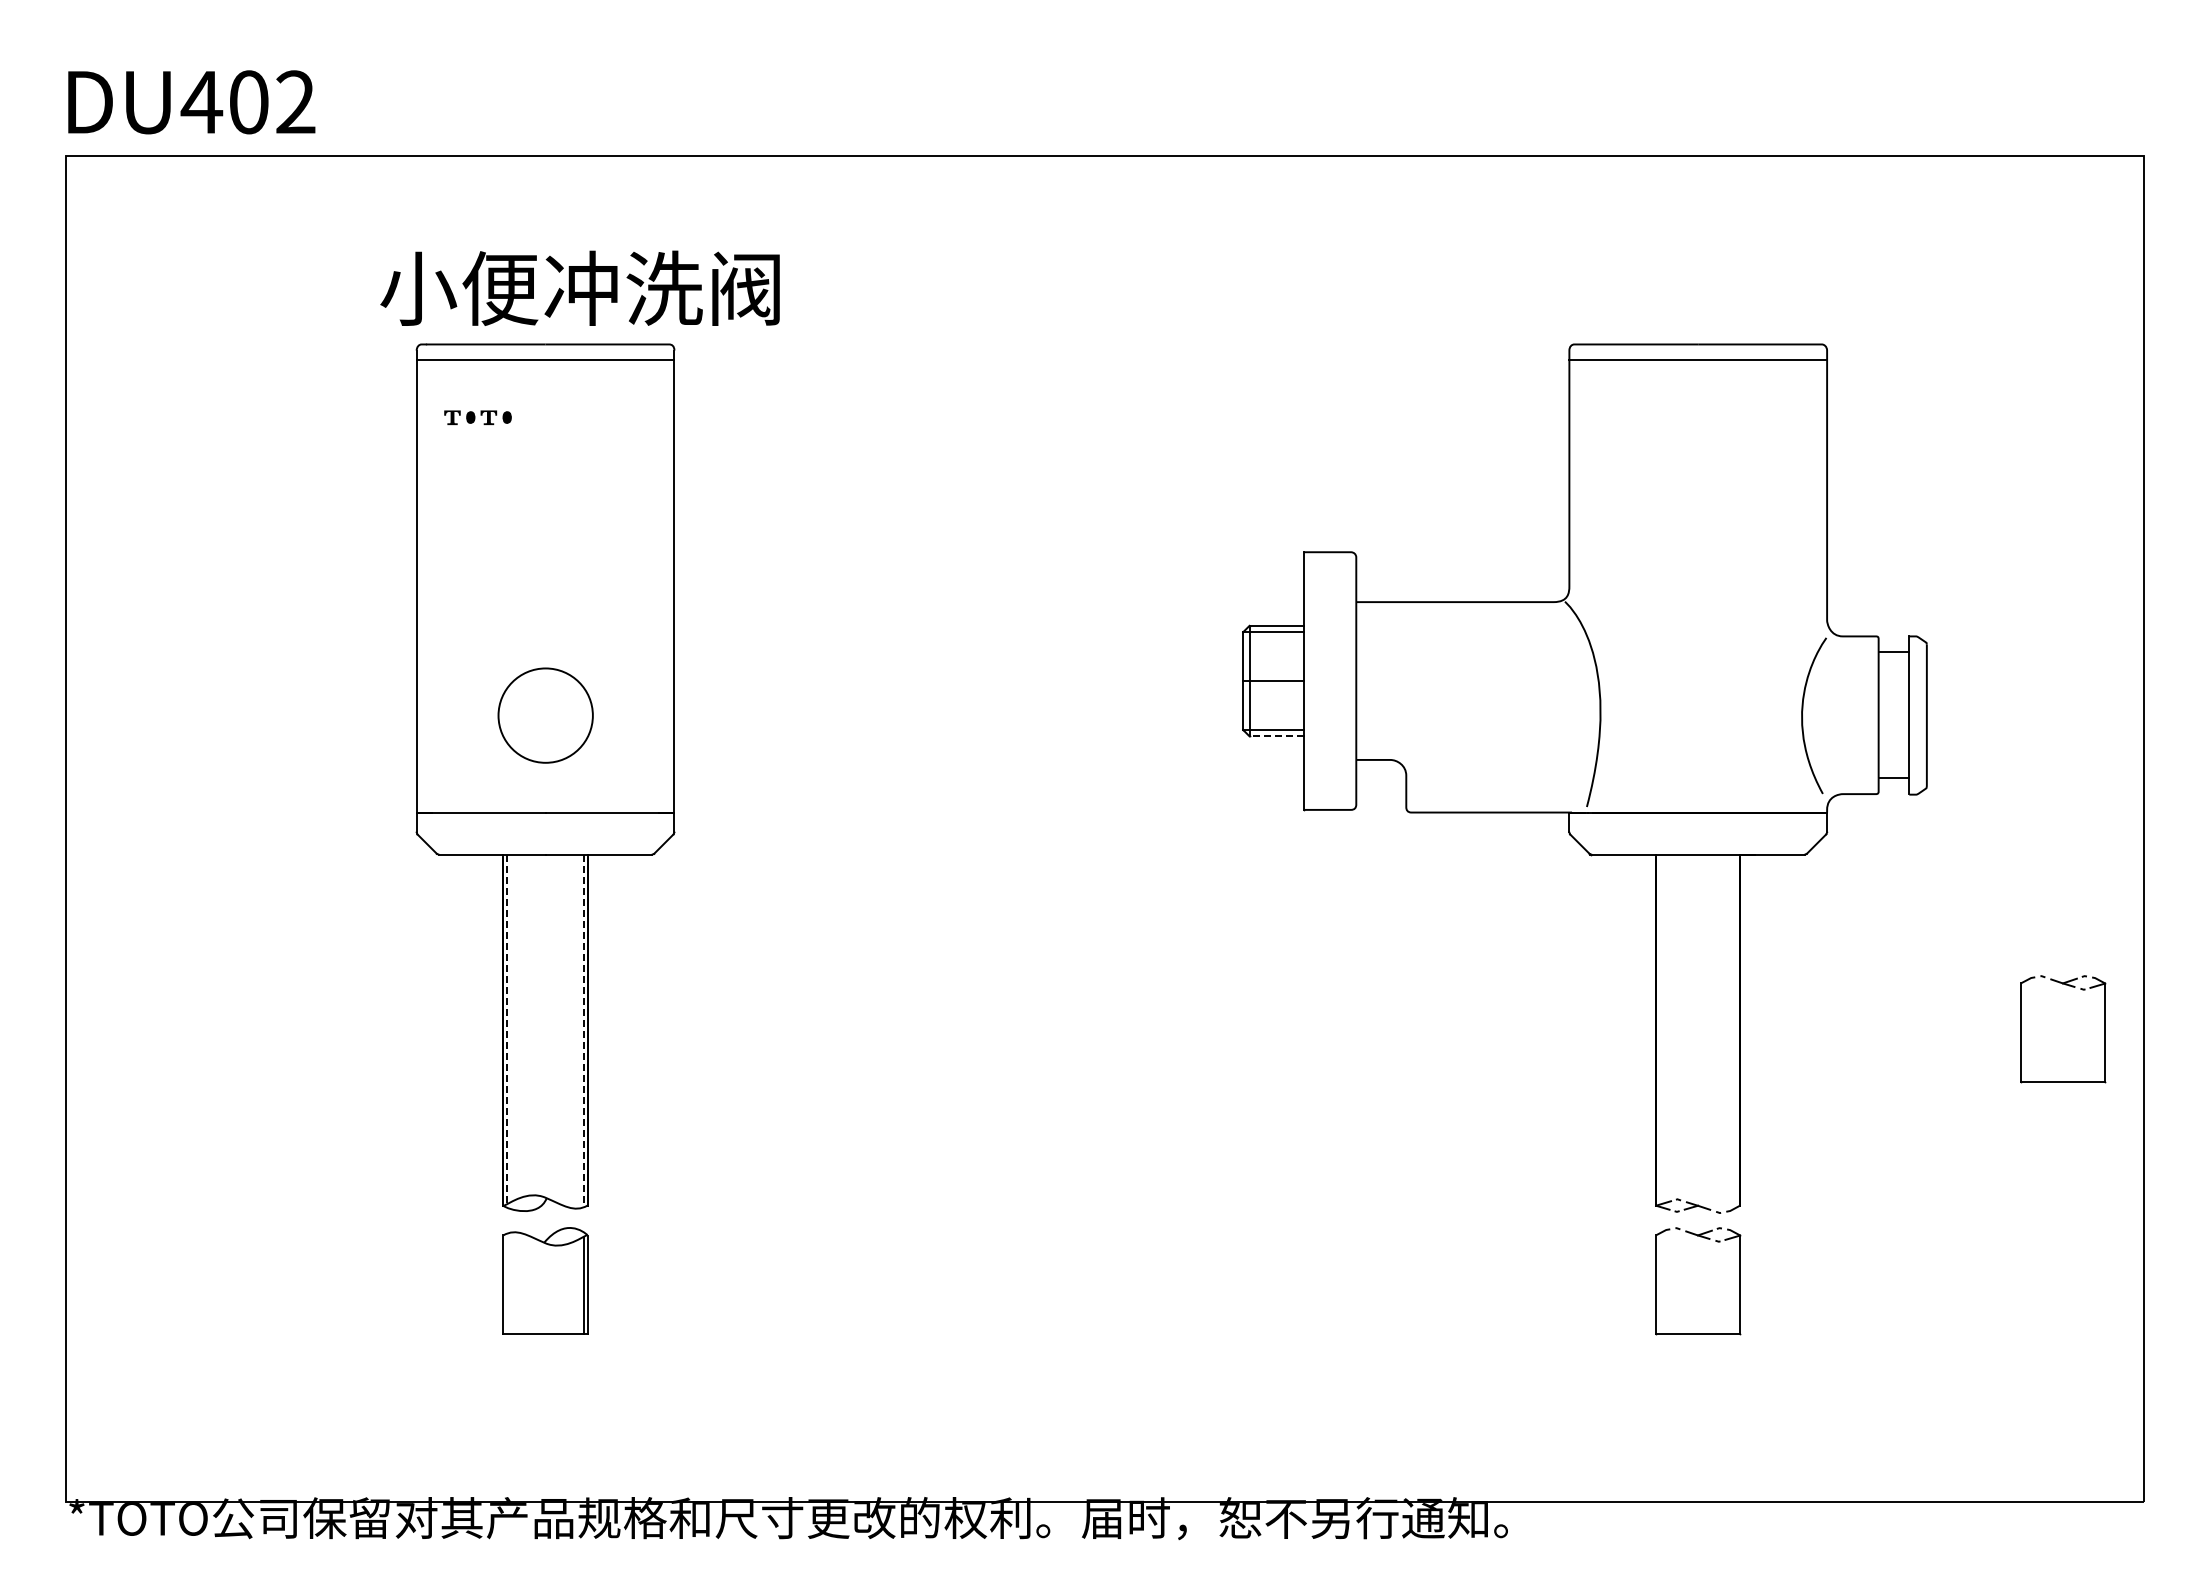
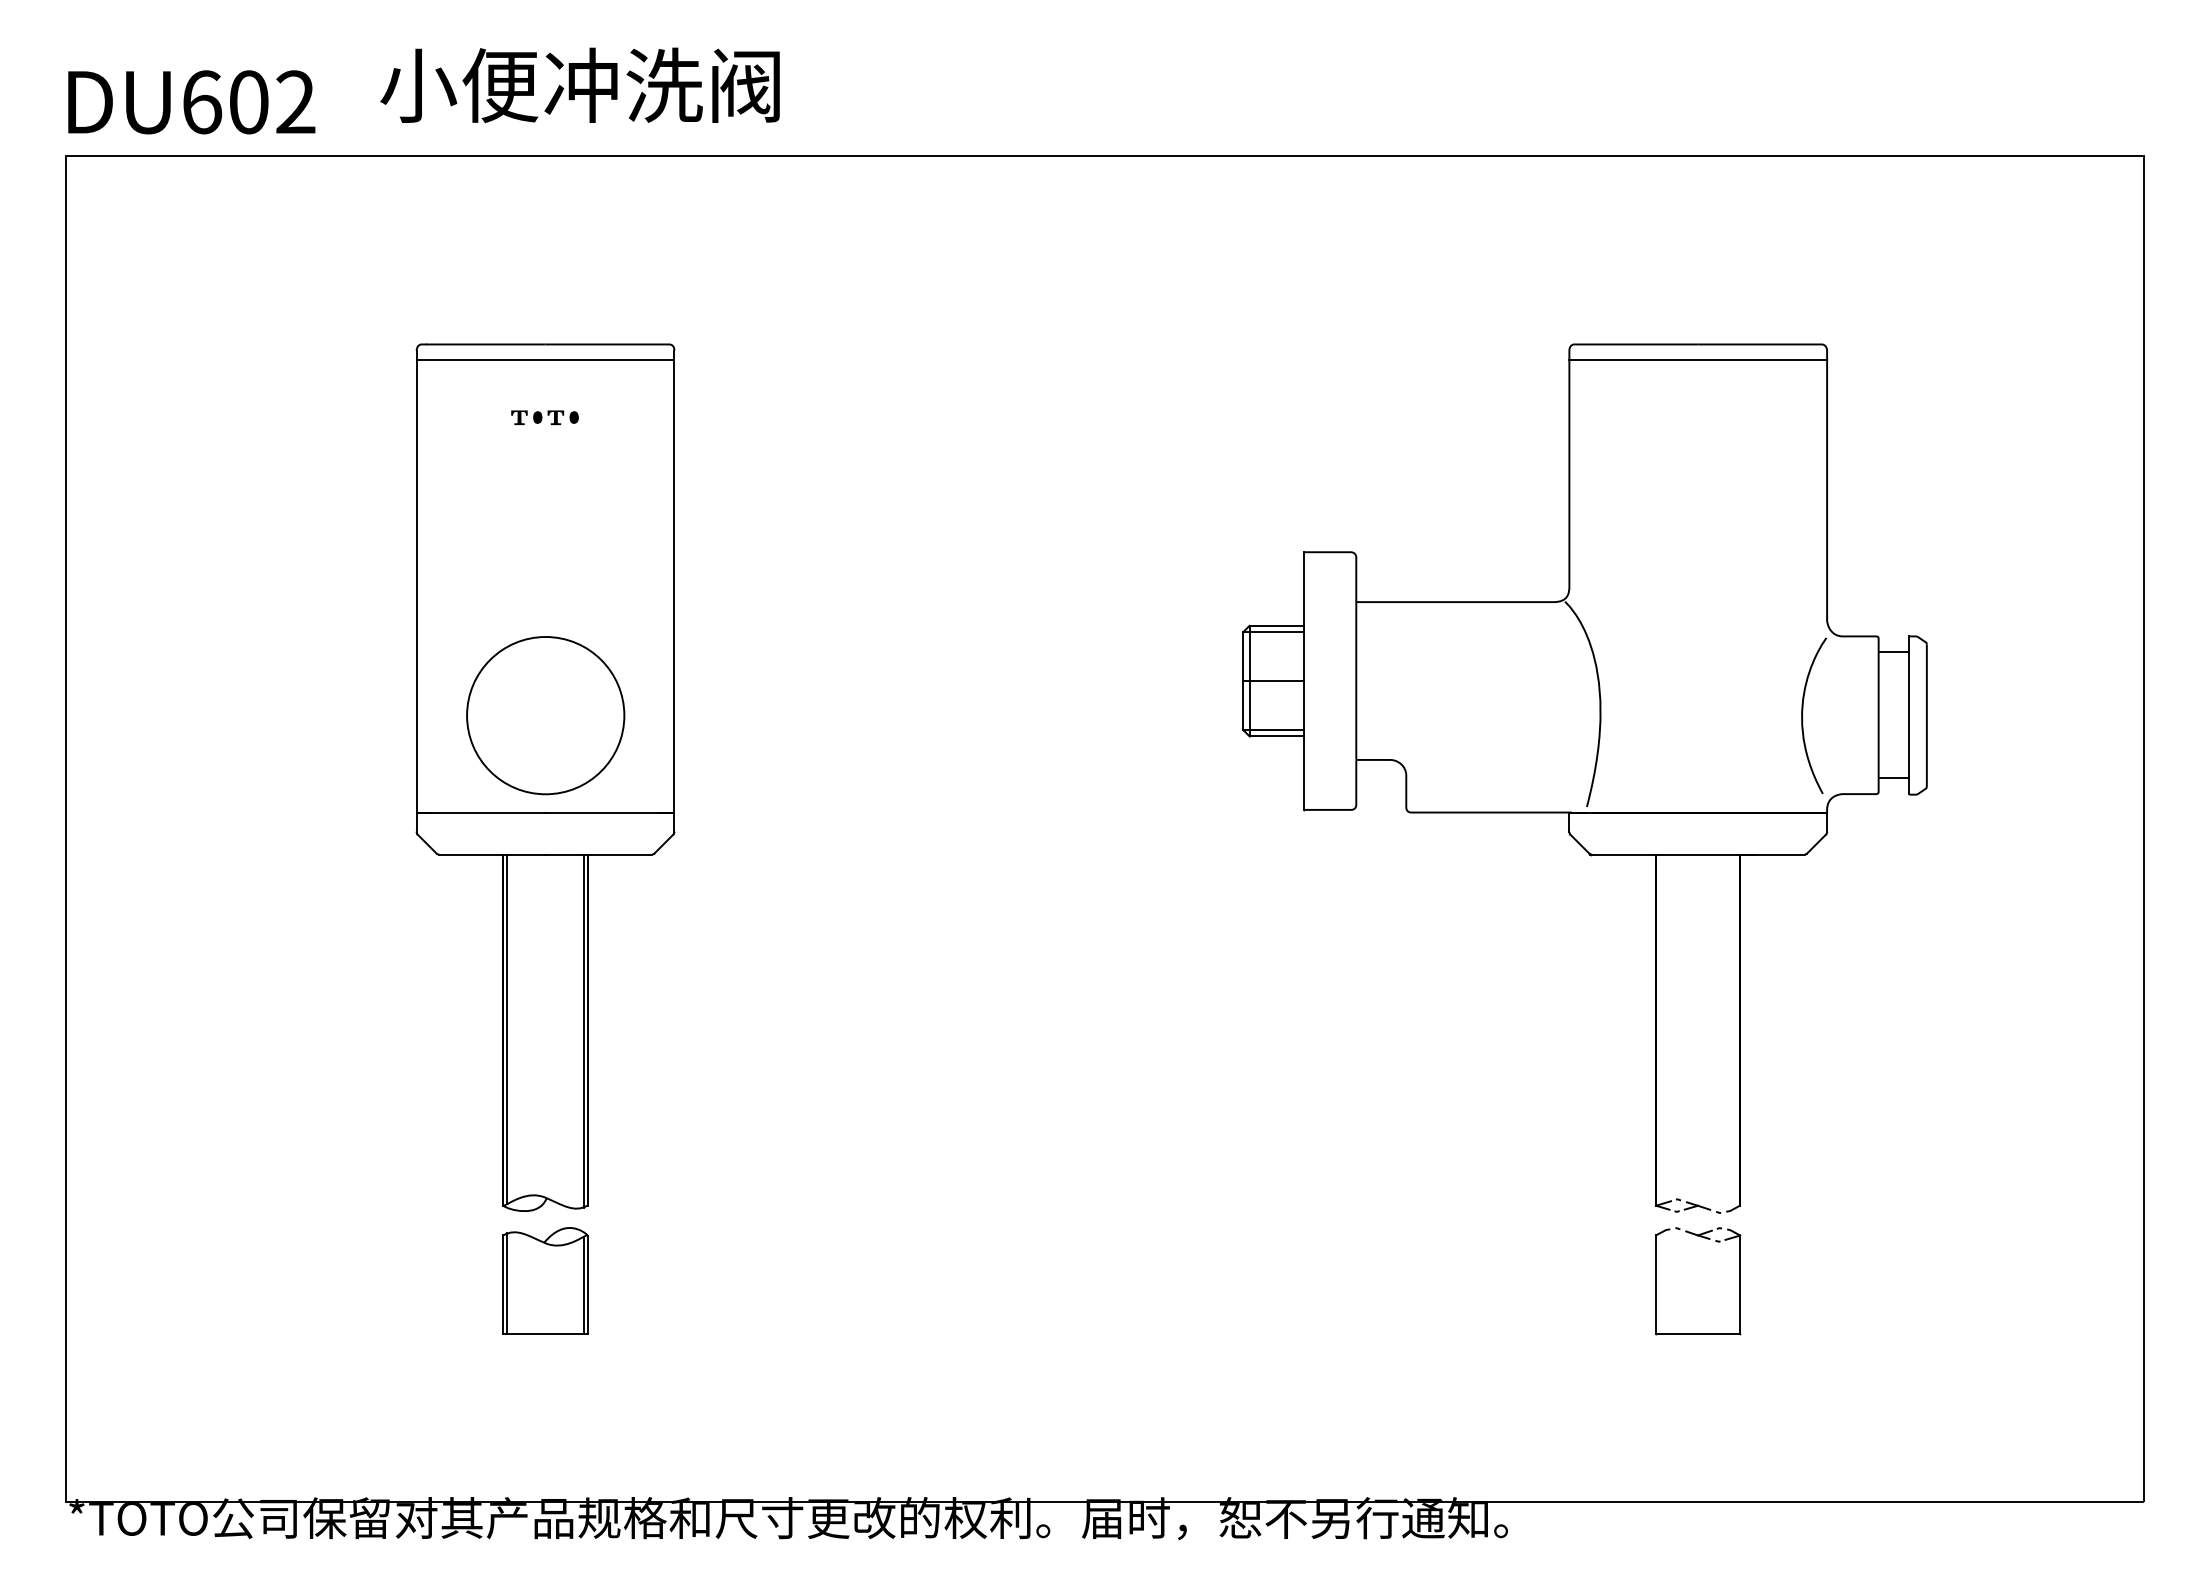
text at (201, 102): DU402 -> DU602
text at (579, 287) position: (579, 287) -> (579, 84)
part at (477, 417) position: (477, 417) -> (544, 417)
circle at (545, 715) diameter: 94 px -> 157 px
line at (1276, 736): dashed -> solid
line at (507, 1029): dashed -> solid
part at (2104, 1029): present -> none
line at (583, 1031): dashed -> solid
line at (507, 1283): none -> present
